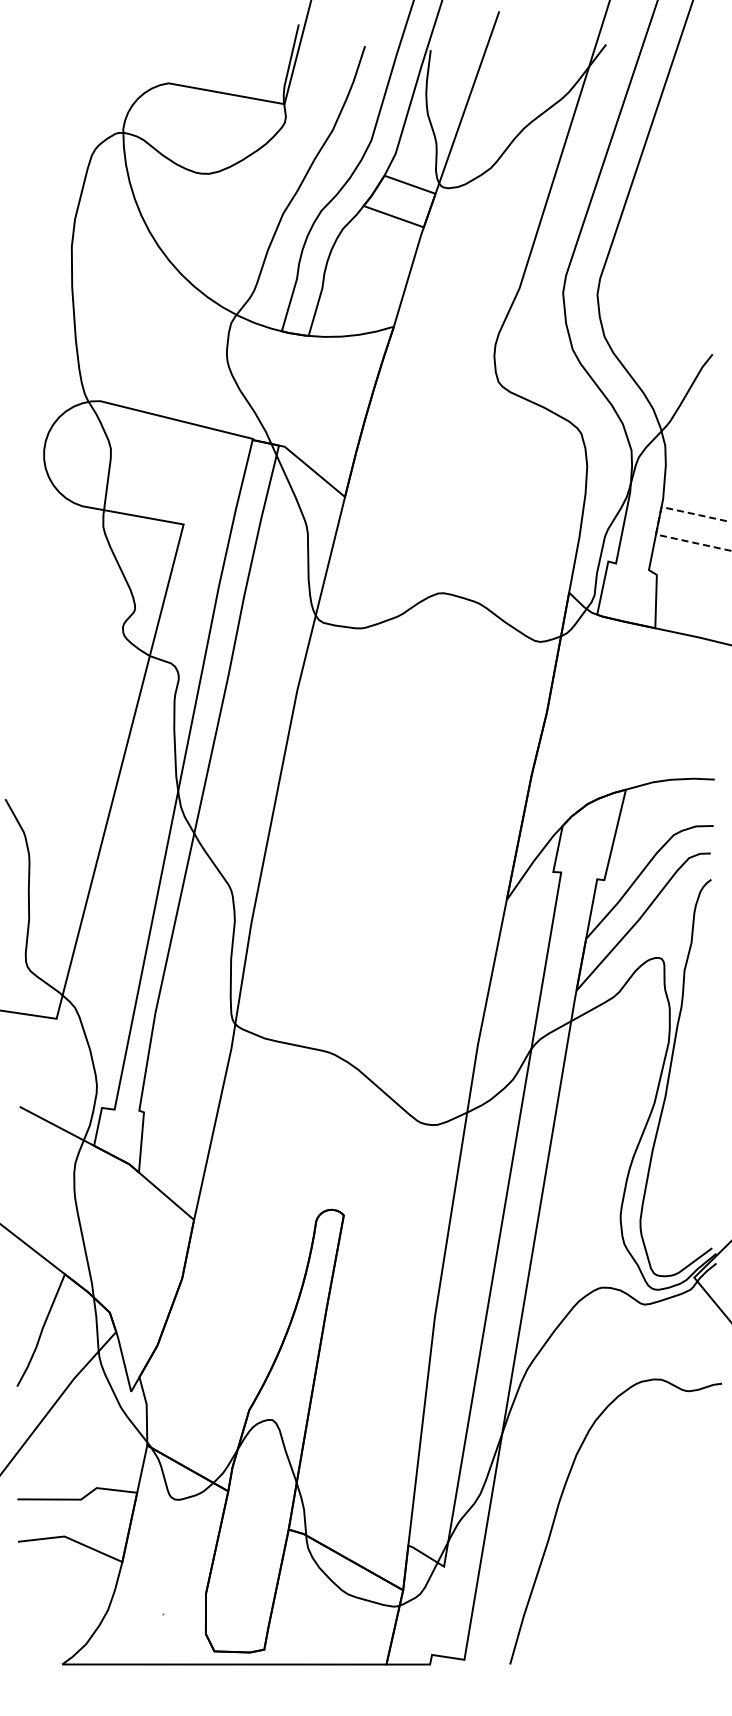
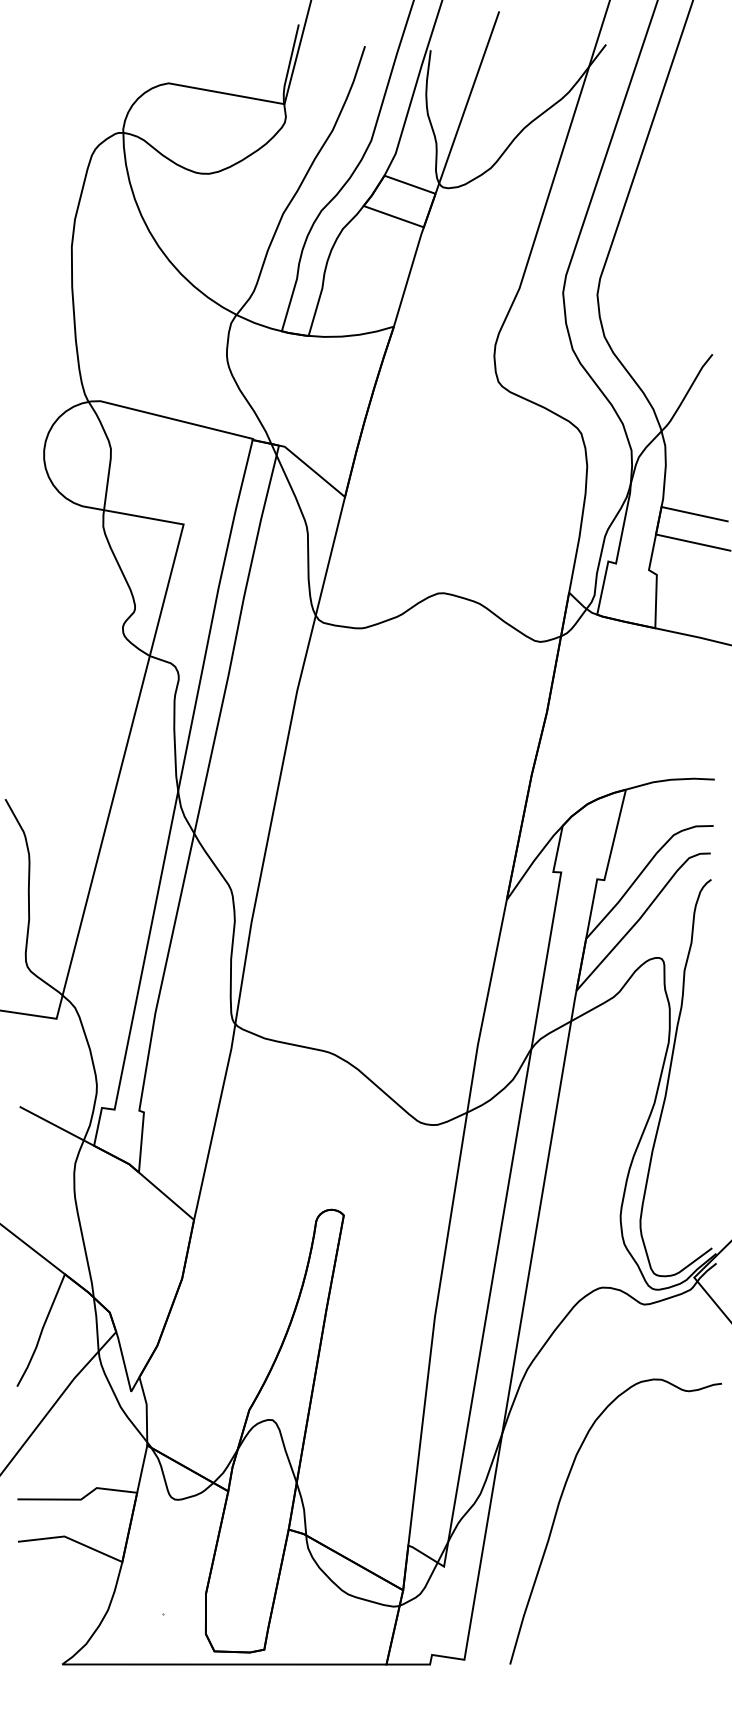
line at (657, 525): dashed -> solid
